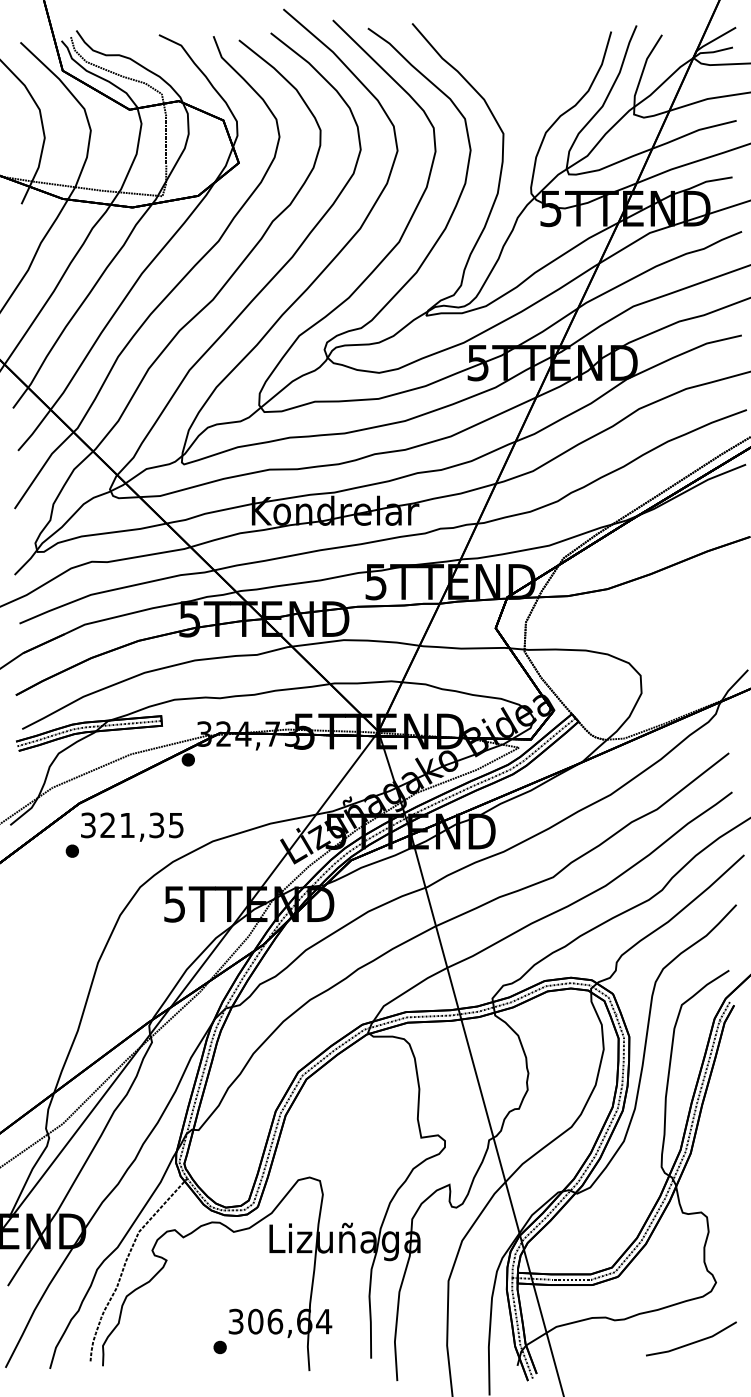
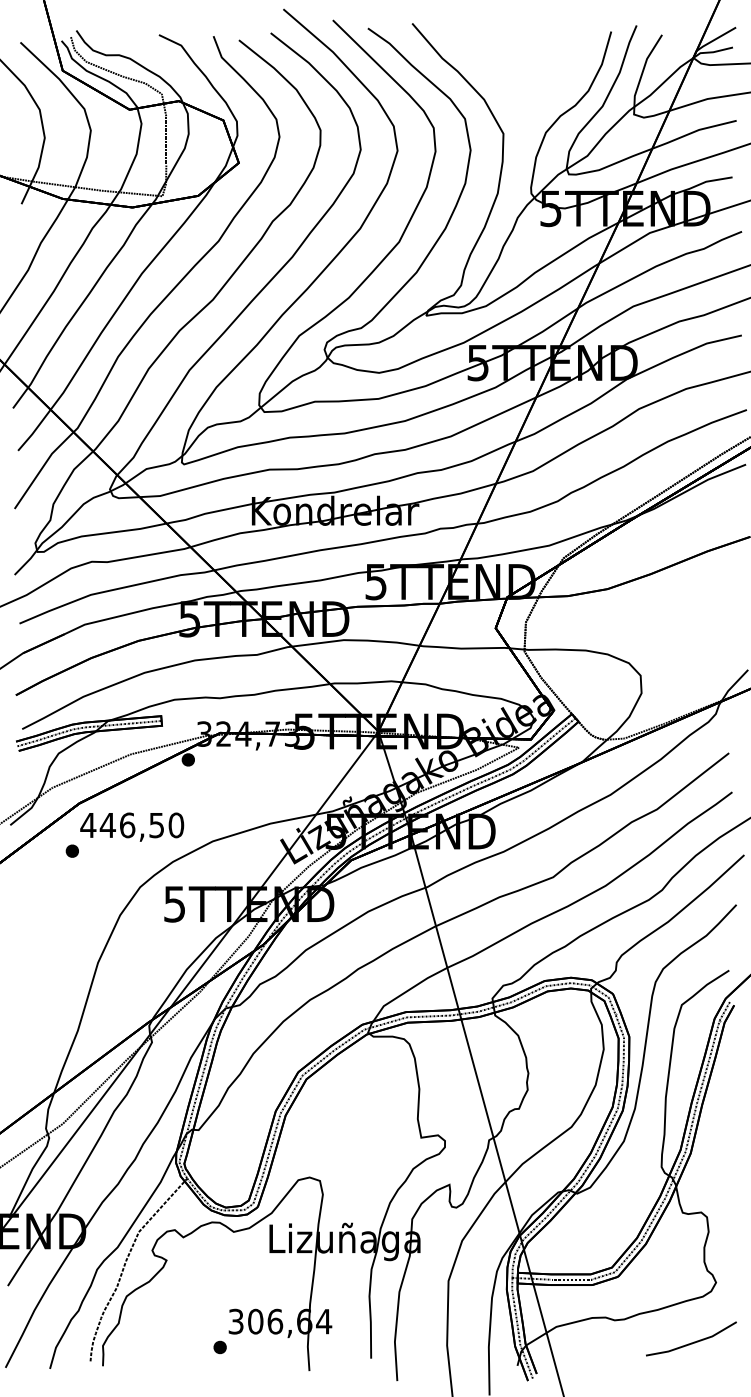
text at (132, 825): 321,35 -> 446,50
